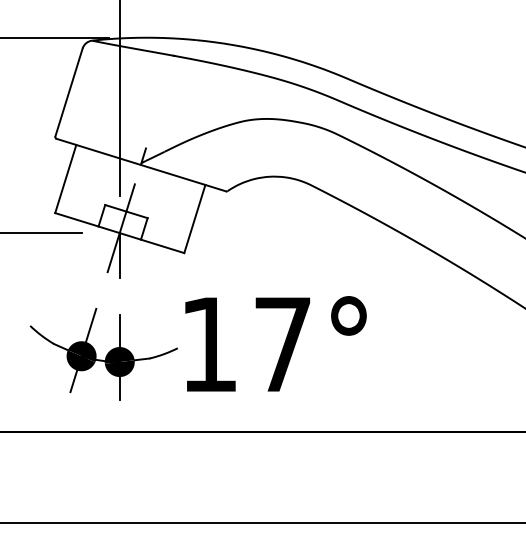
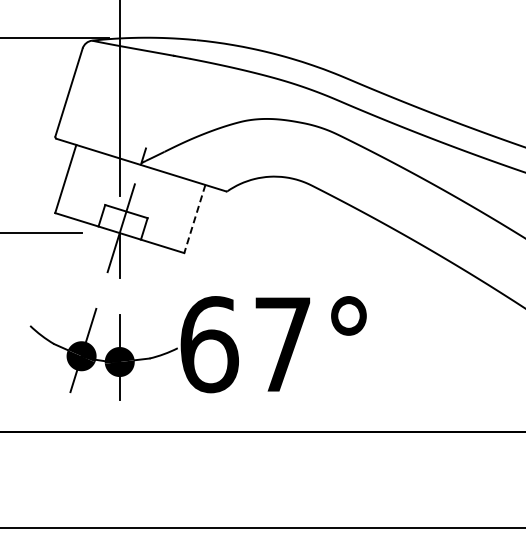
line at (194, 219): solid -> dashed
text at (209, 344): 17° -> 67°
line at (262, 522) position: (262, 522) -> (262, 527)
